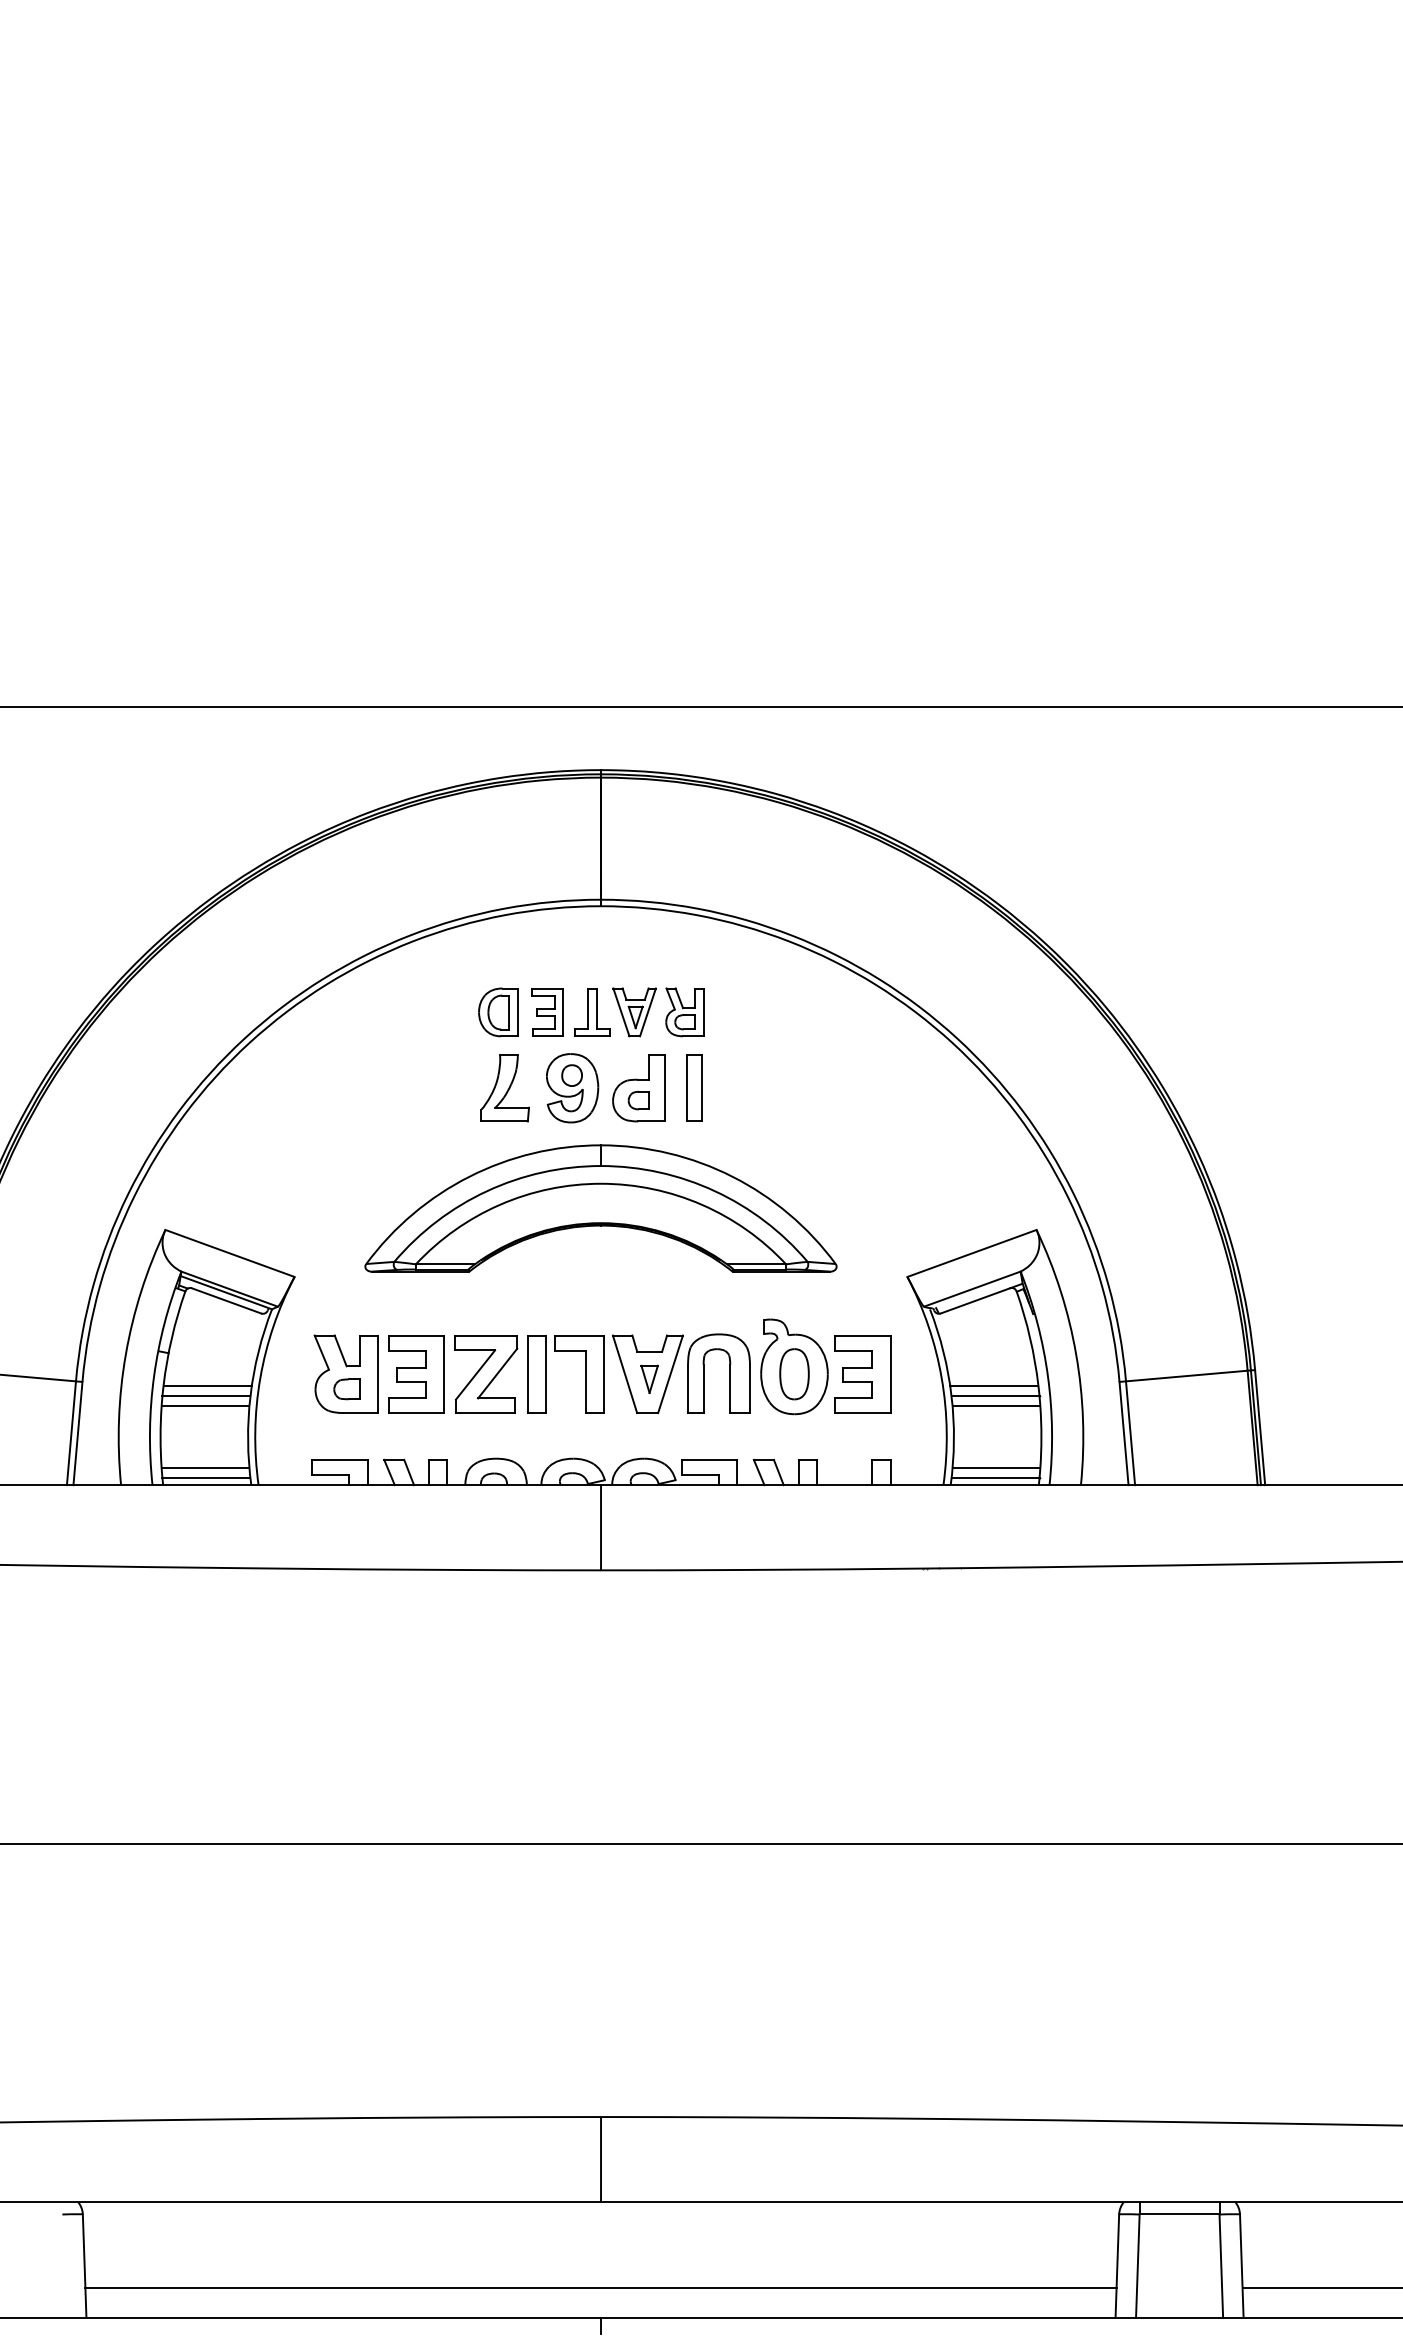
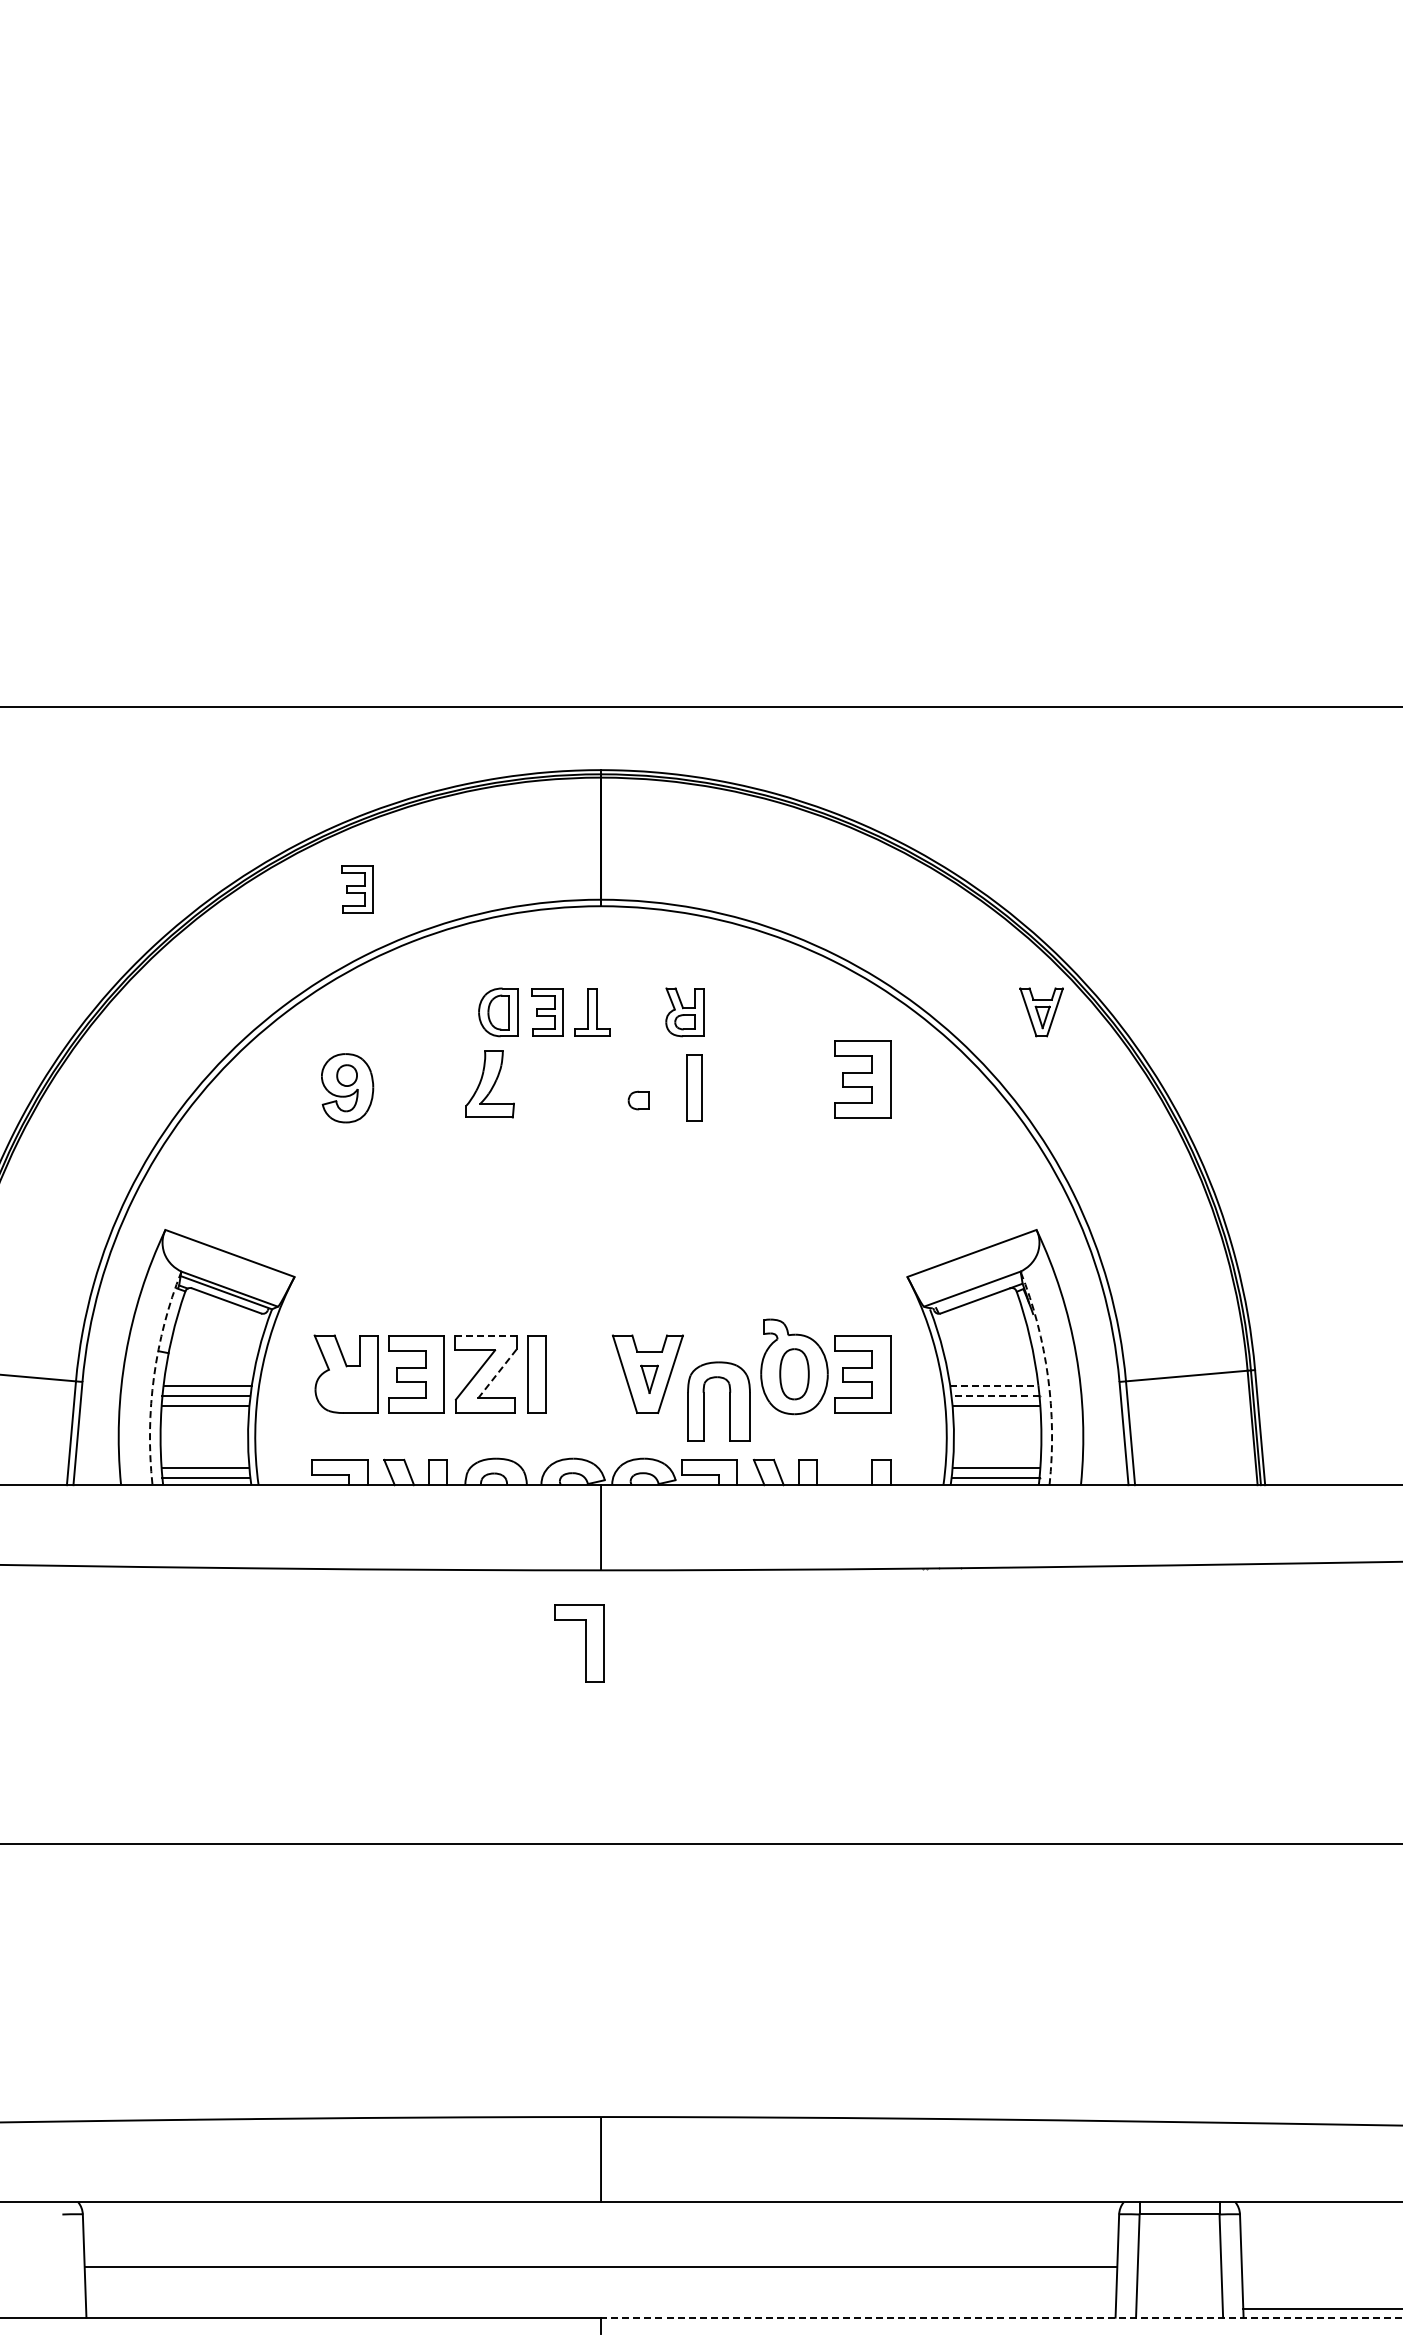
part at (357, 889): none -> present
part at (634, 1012) position: (634, 1012) -> (1041, 1012)
part at (862, 1079): none -> present
part at (504, 1088) position: (504, 1088) -> (489, 1084)
part at (572, 1088) position: (572, 1088) -> (347, 1088)
part at (638, 1088): present -> none
part at (600, 1208): present -> none
line at (485, 1335): solid -> dashed
line at (497, 1373): solid -> dashed
part at (729, 1373) position: (729, 1373) -> (729, 1401)
part at (579, 1374) position: (579, 1374) -> (579, 1643)
arc at (154, 1376): solid -> dashed
arc at (1048, 1376): solid -> dashed
line at (994, 1385): solid -> dashed
part at (346, 1389): present -> none
line at (995, 1396): solid -> dashed
line at (600, 2287) position: (600, 2287) -> (600, 2266)
line at (1320, 2287) position: (1320, 2287) -> (1320, 2308)
line at (1002, 2317): solid -> dashed
